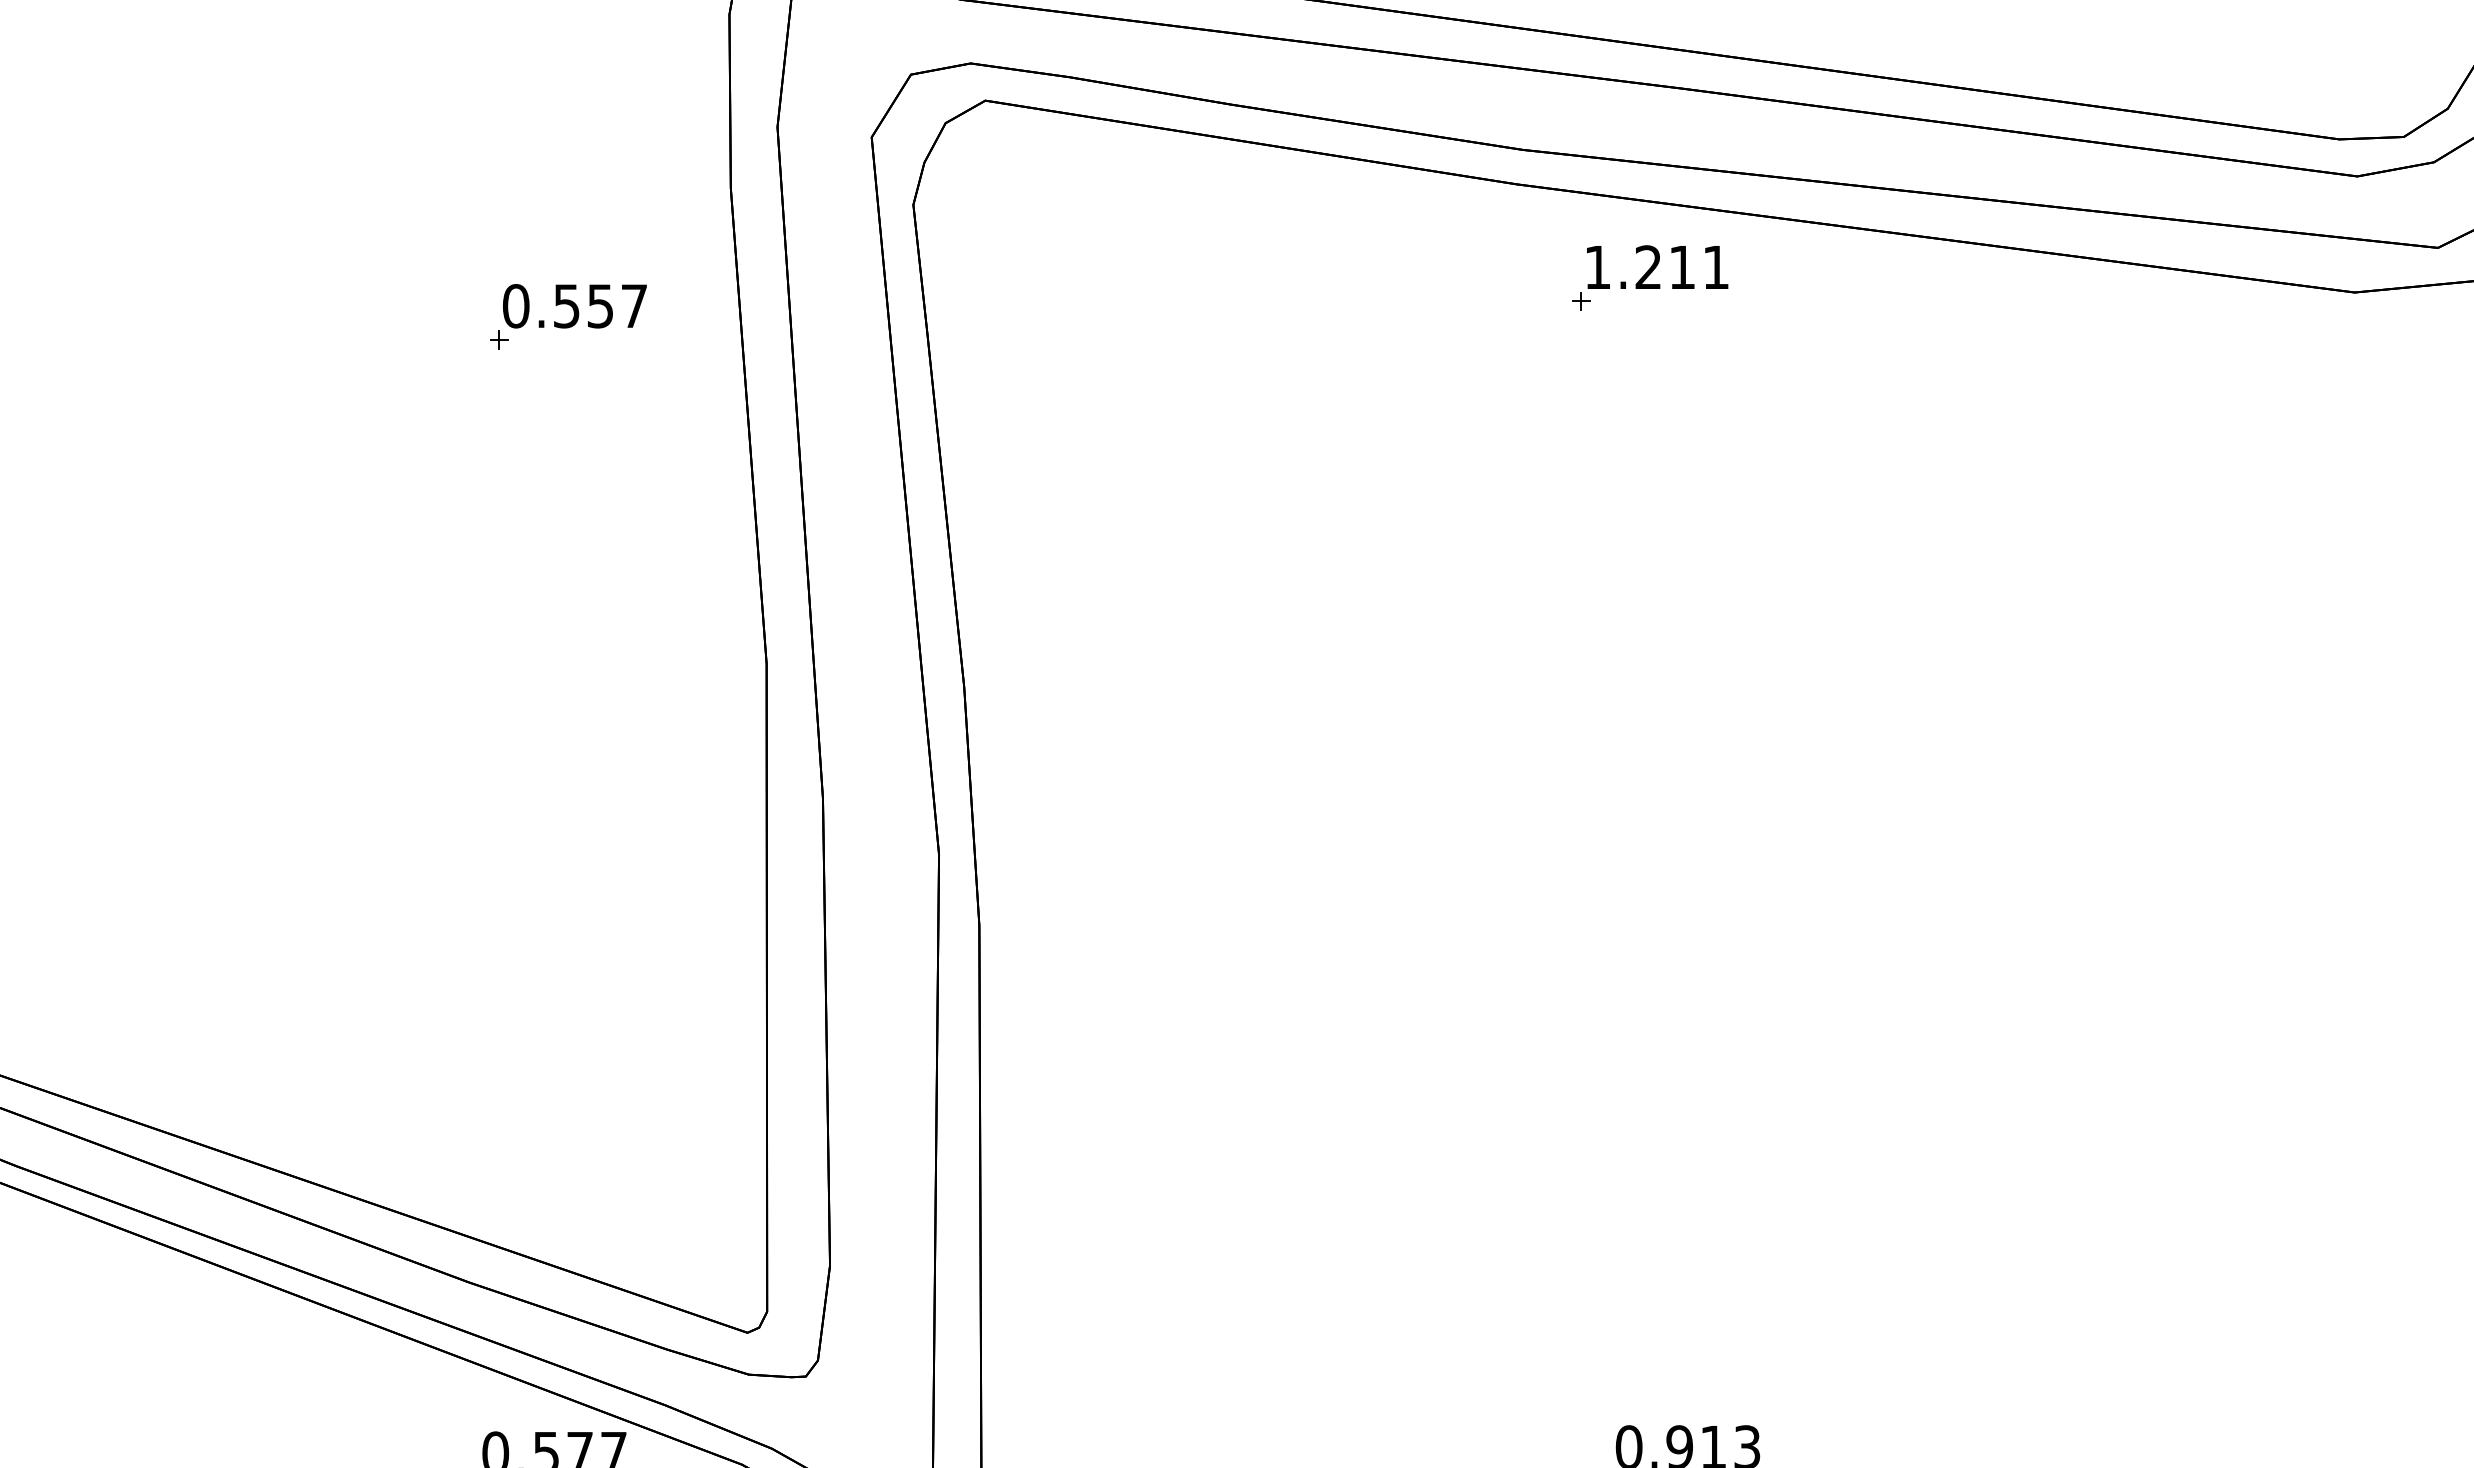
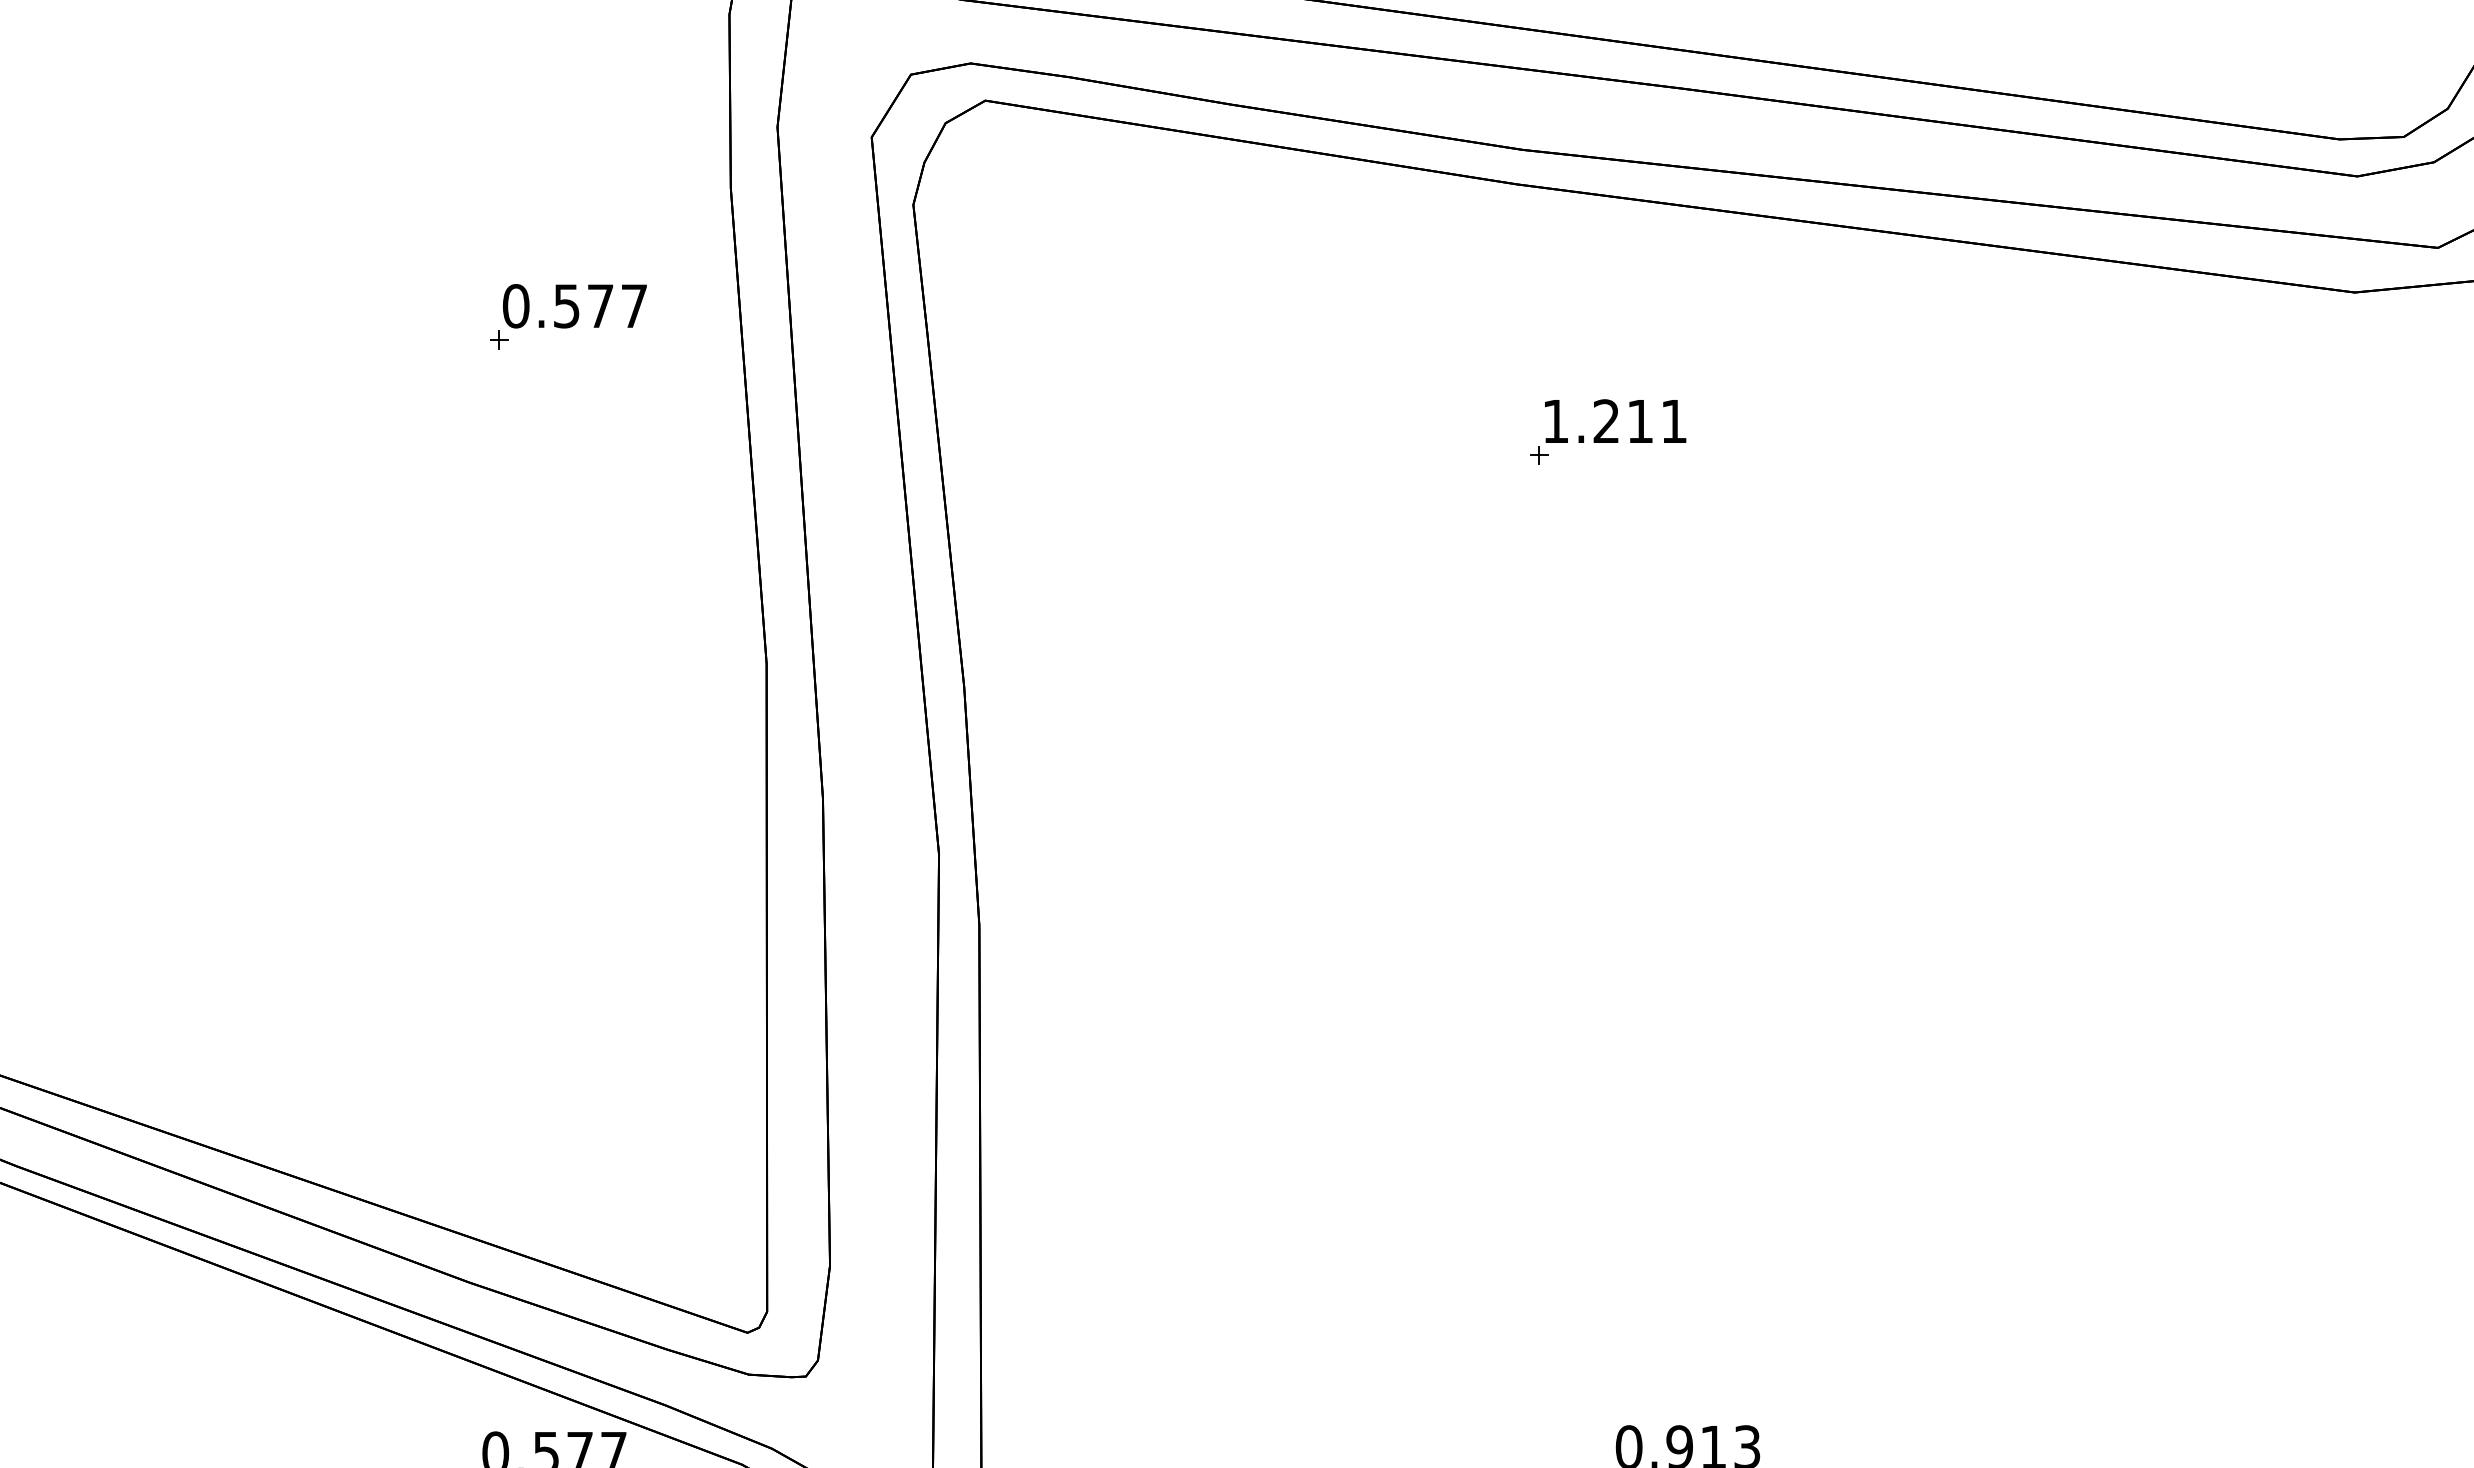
part at (1650, 277) position: (1650, 277) -> (1608, 431)
text at (600, 306): 0.557 -> 0.577
